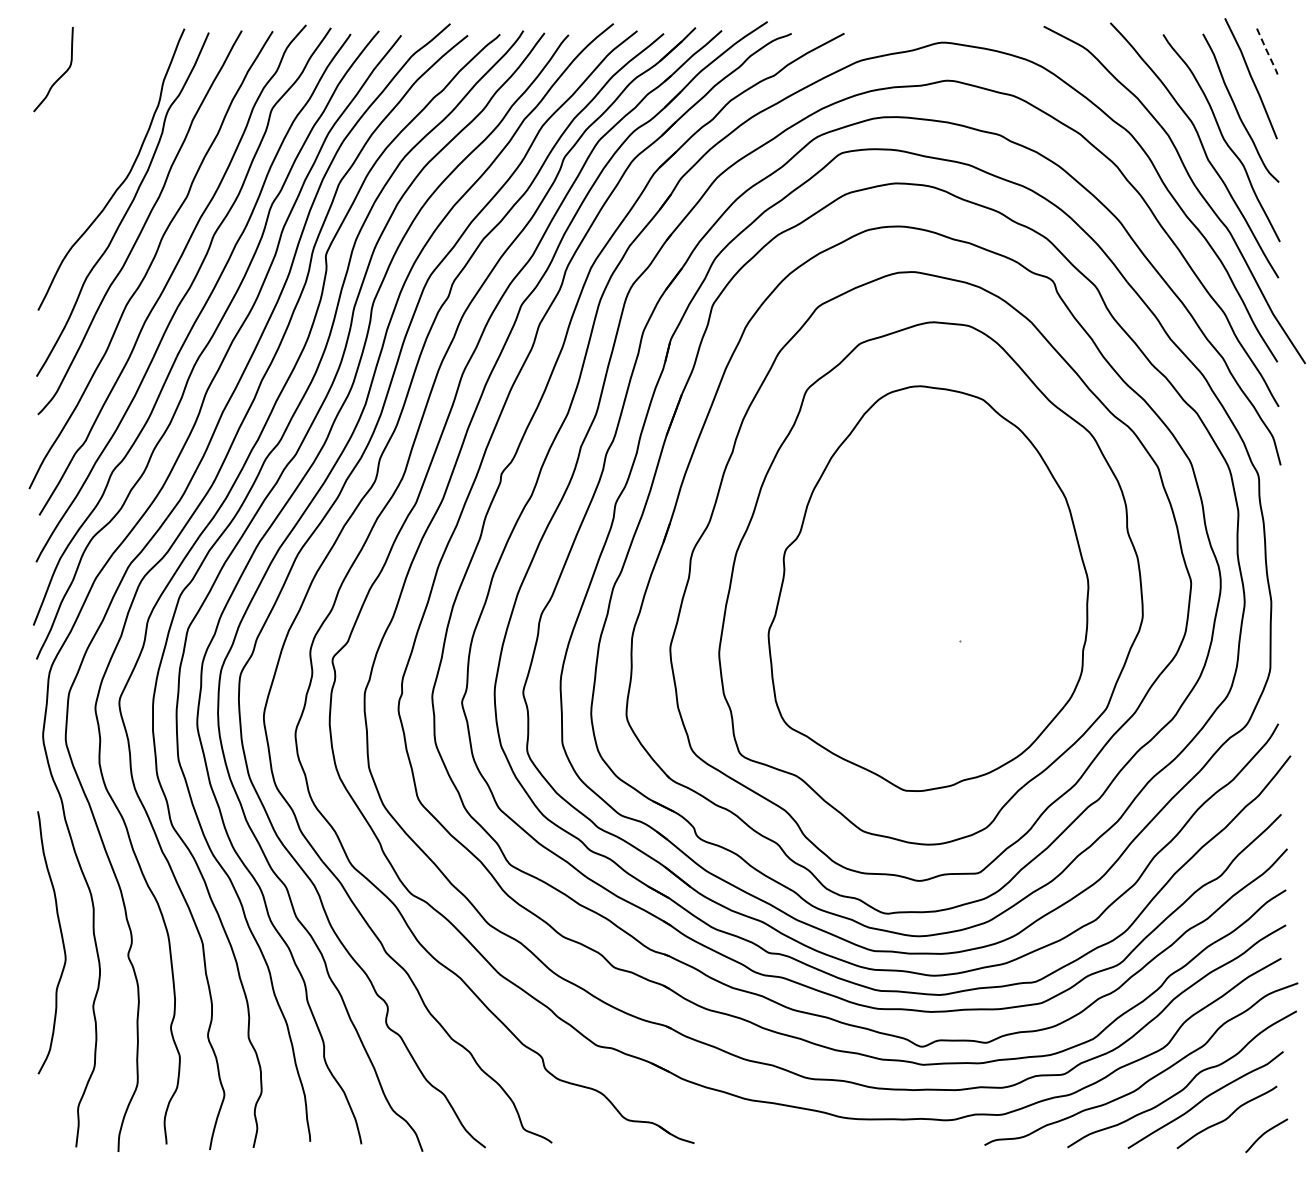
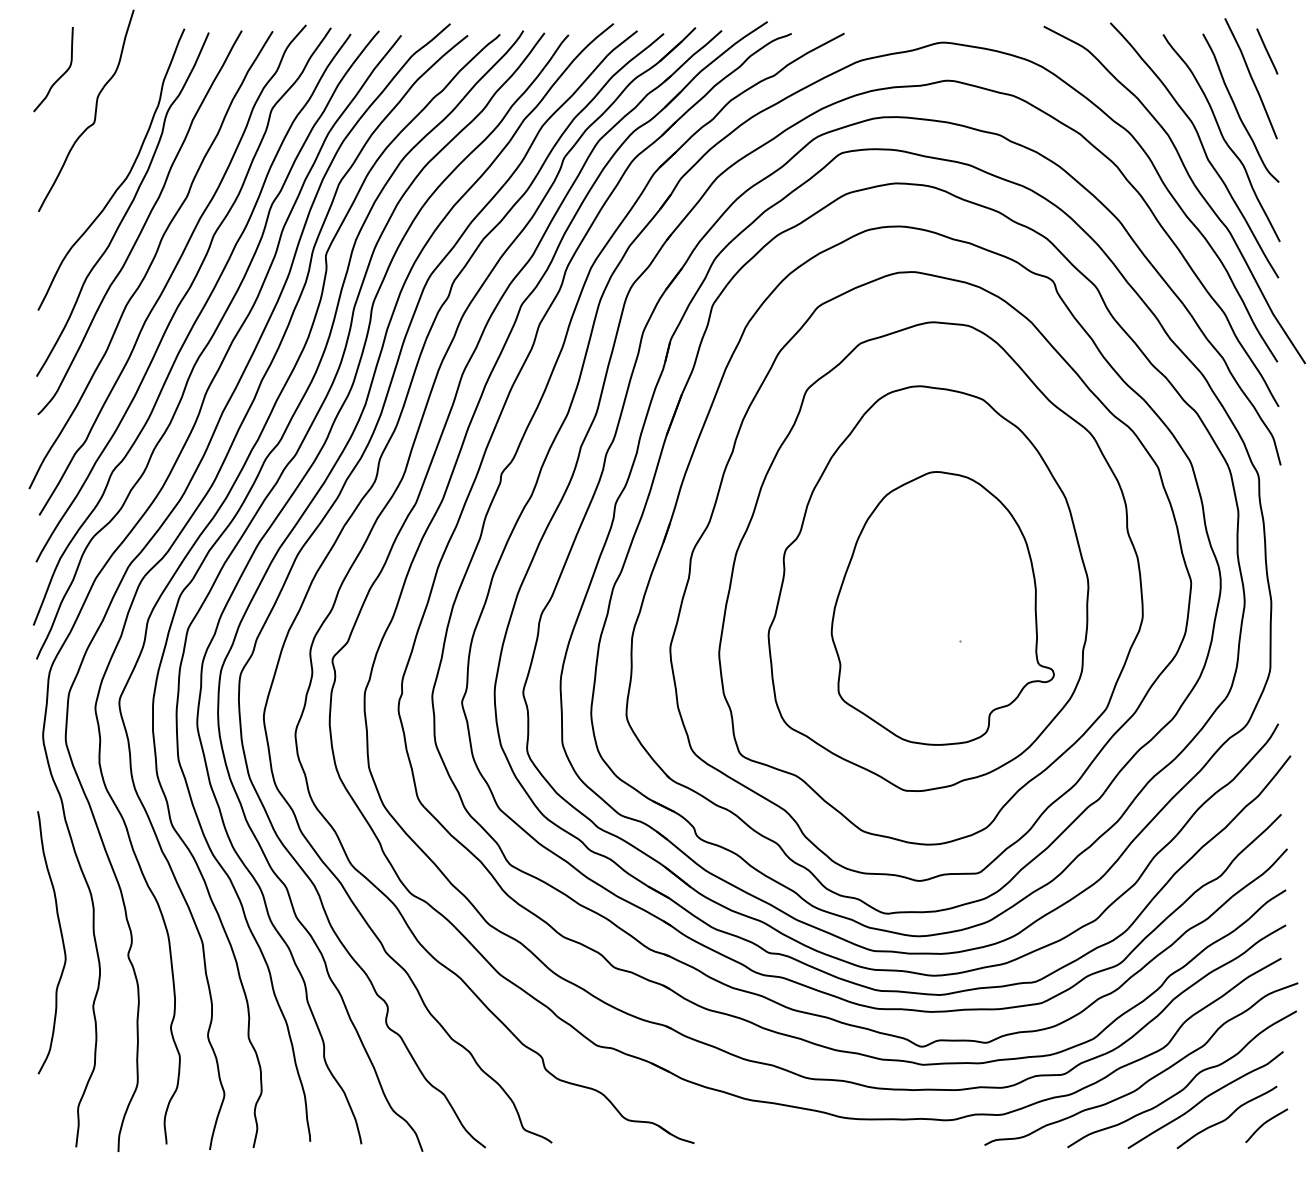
line at (1267, 52): dashed -> solid
curve at (94, 112): none -> present
part at (942, 608): none -> present
curve at (1266, 1133) position: (1266, 1133) -> (1266, 1123)
